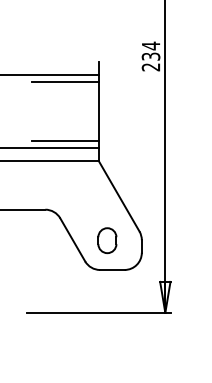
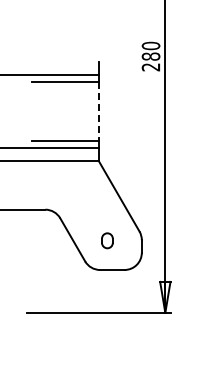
text at (150, 50): 234 -> 280
line at (98, 111): solid -> dashed
part at (107, 240) size: 21x28 px -> 13x18 px
